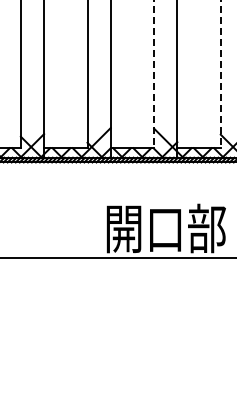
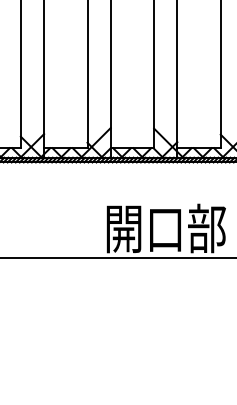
line at (154, 74): dashed -> solid
line at (220, 74): dashed -> solid
